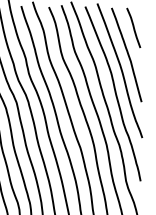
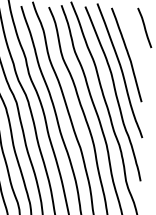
line at (133, 27) position: (133, 27) -> (144, 27)
